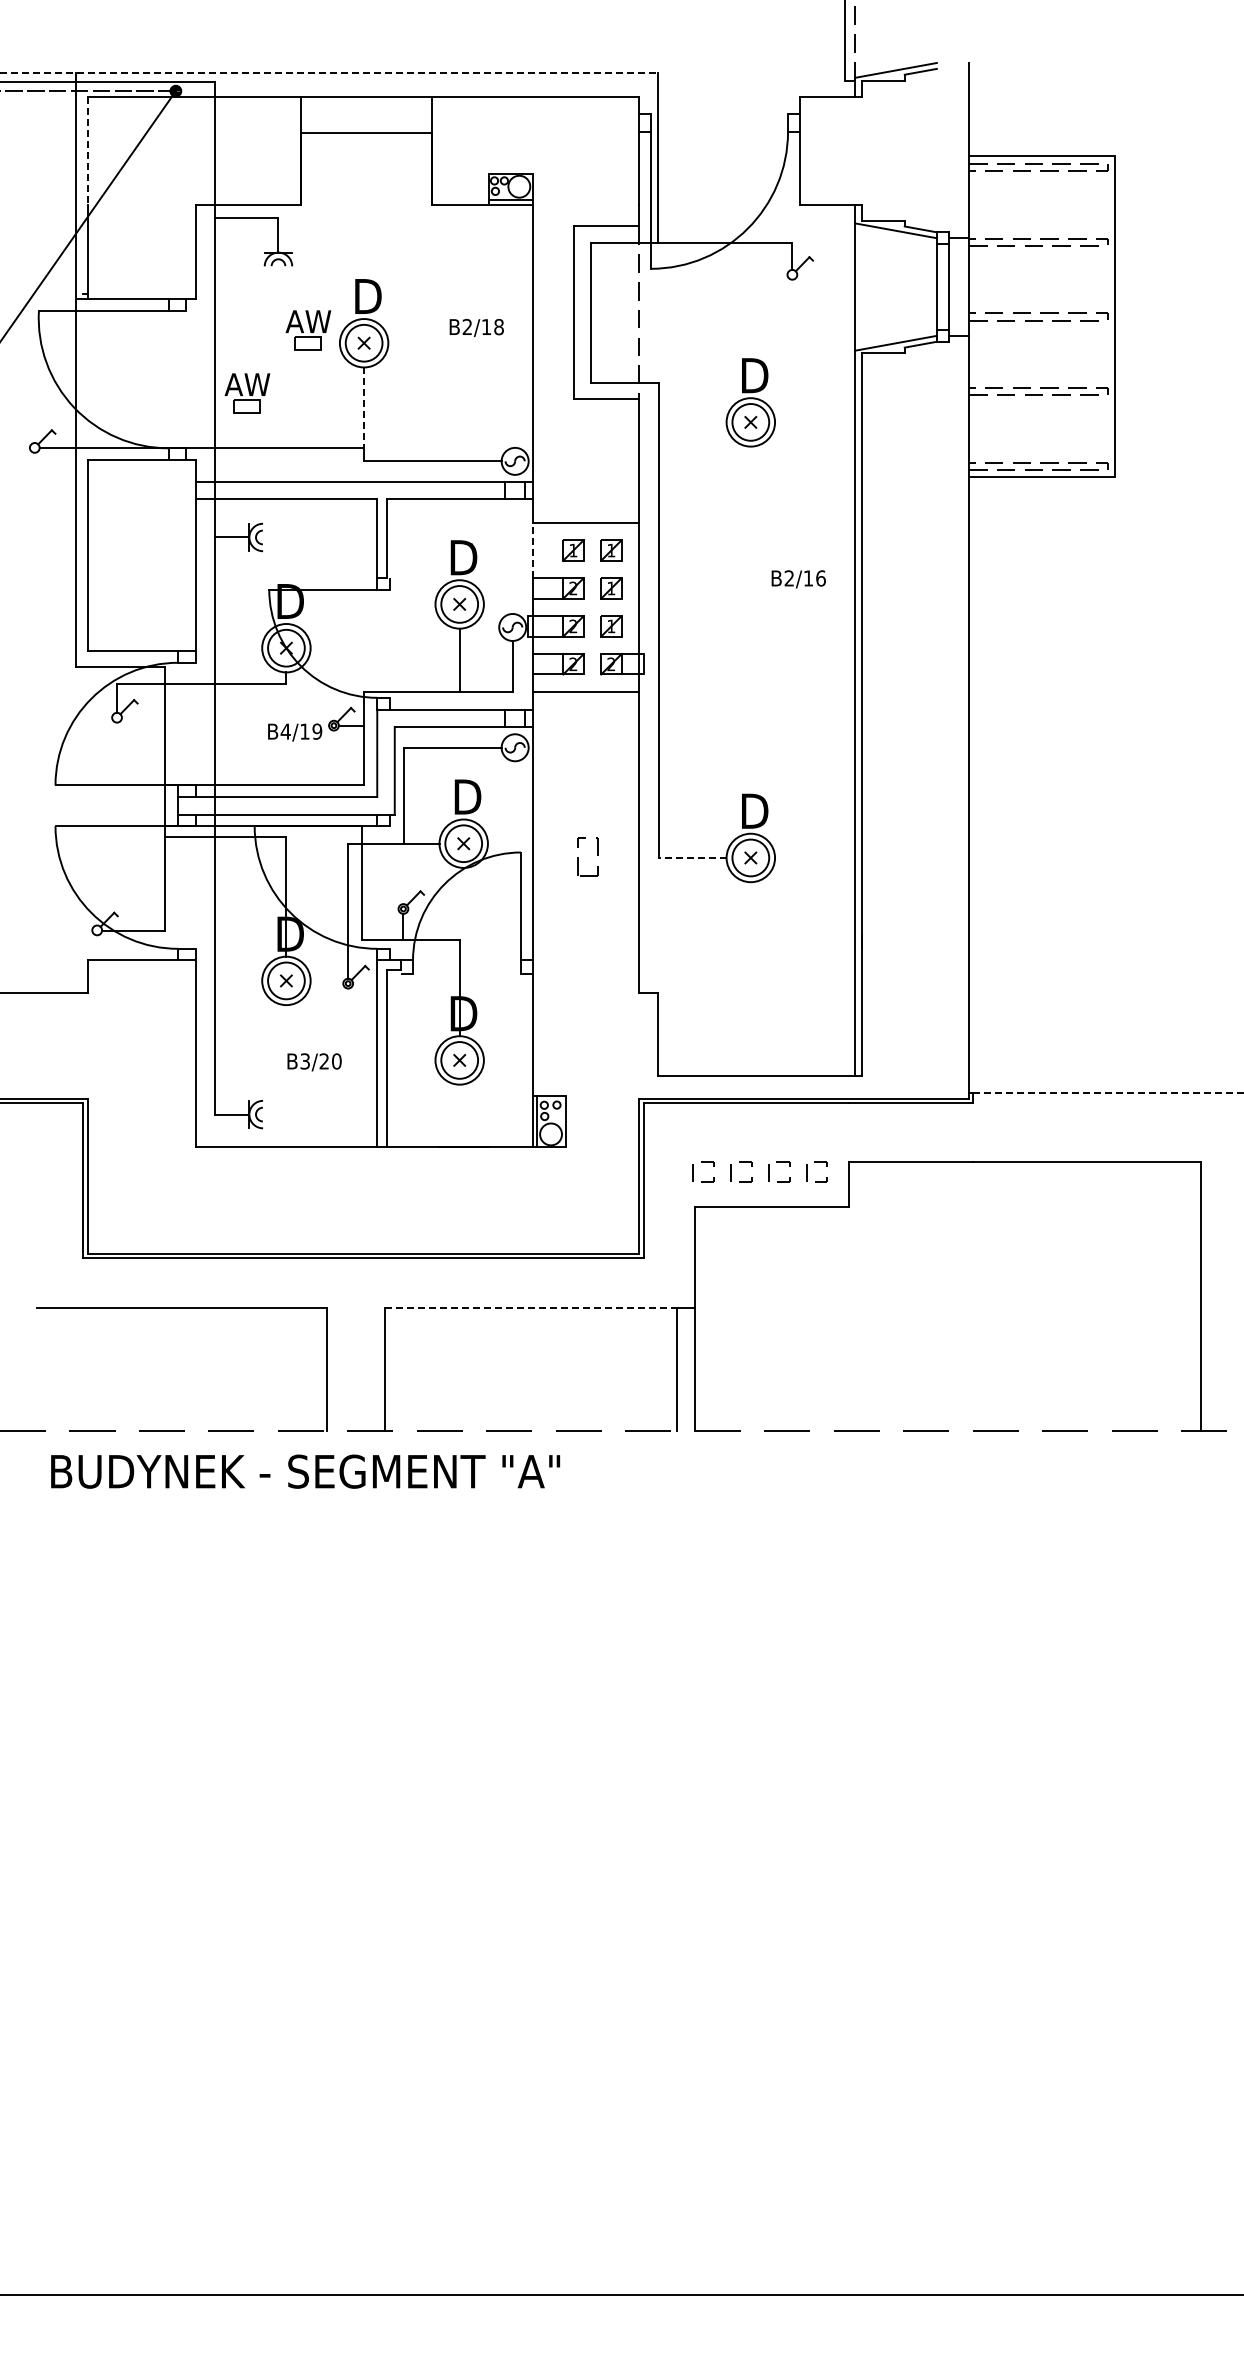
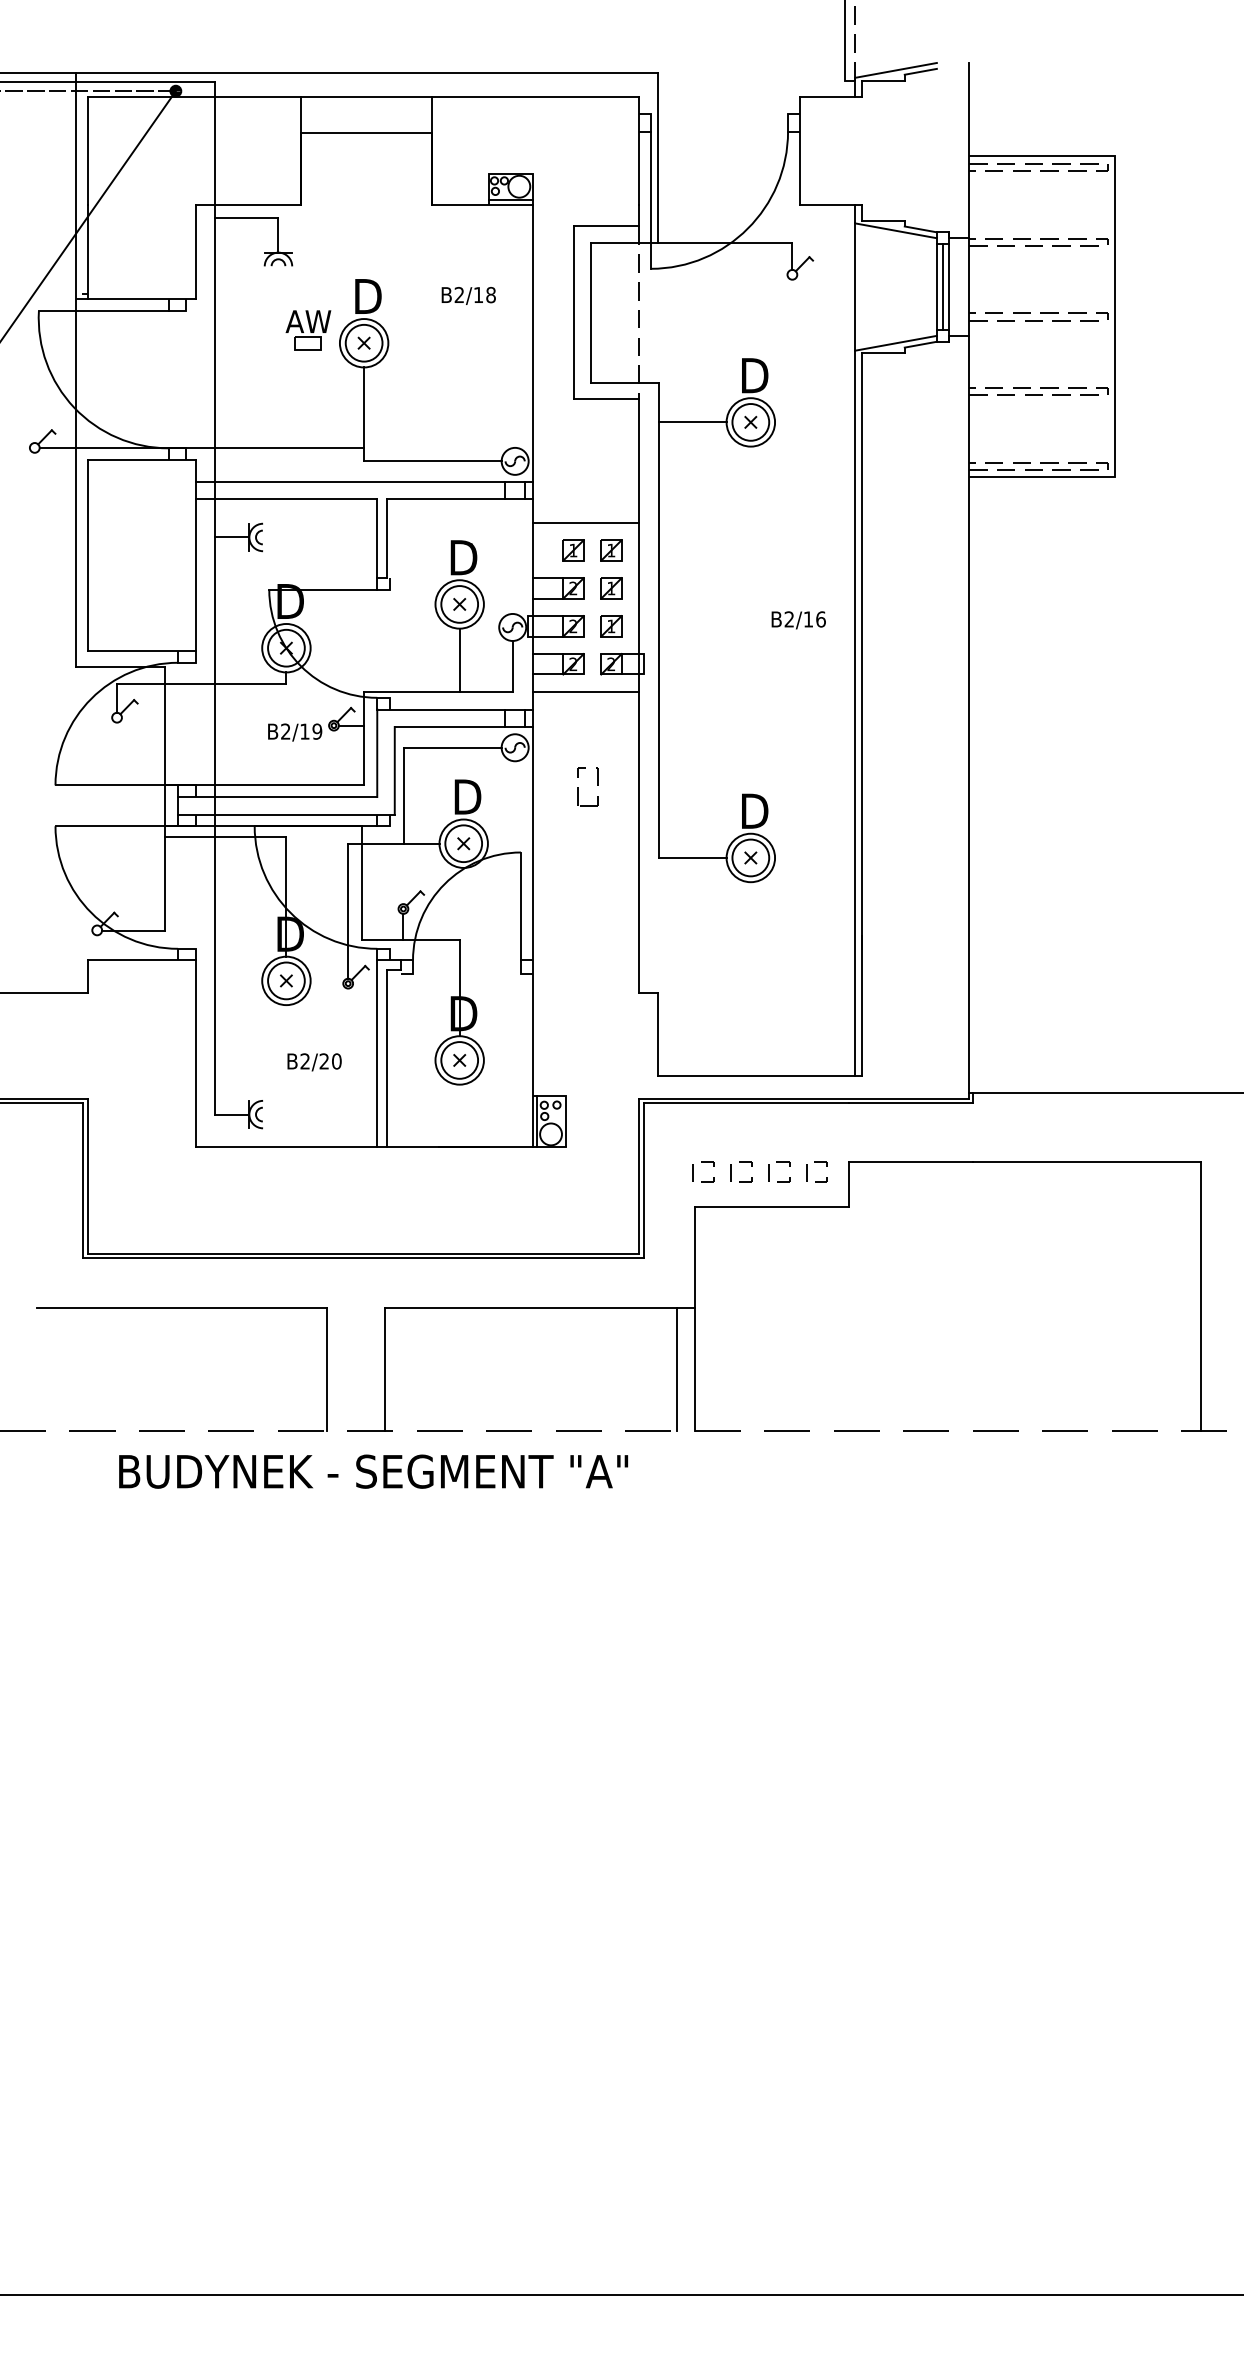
line at (329, 73): dashed -> solid
line at (87, 150): dashed -> solid
line at (942, 287): none -> present
text at (476, 327) position: (476, 327) -> (468, 295)
part at (247, 393): present -> none
line at (364, 408): dashed -> solid
line at (692, 422): none -> present
line at (532, 550): dashed -> solid
text at (798, 579) position: (798, 579) -> (798, 620)
text at (285, 731): B4/19 -> B2/19
part at (578, 857) position: (578, 857) -> (578, 787)
line at (692, 857): dashed -> solid
text at (304, 1061): B3/20 -> B2/20
line at (1108, 1093): dashed -> solid
line at (531, 1307): dashed -> solid
text at (305, 1471) position: (305, 1471) -> (373, 1471)
